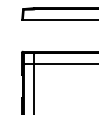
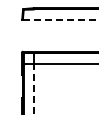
line at (60, 19): solid -> dashed
line at (33, 88): solid -> dashed
